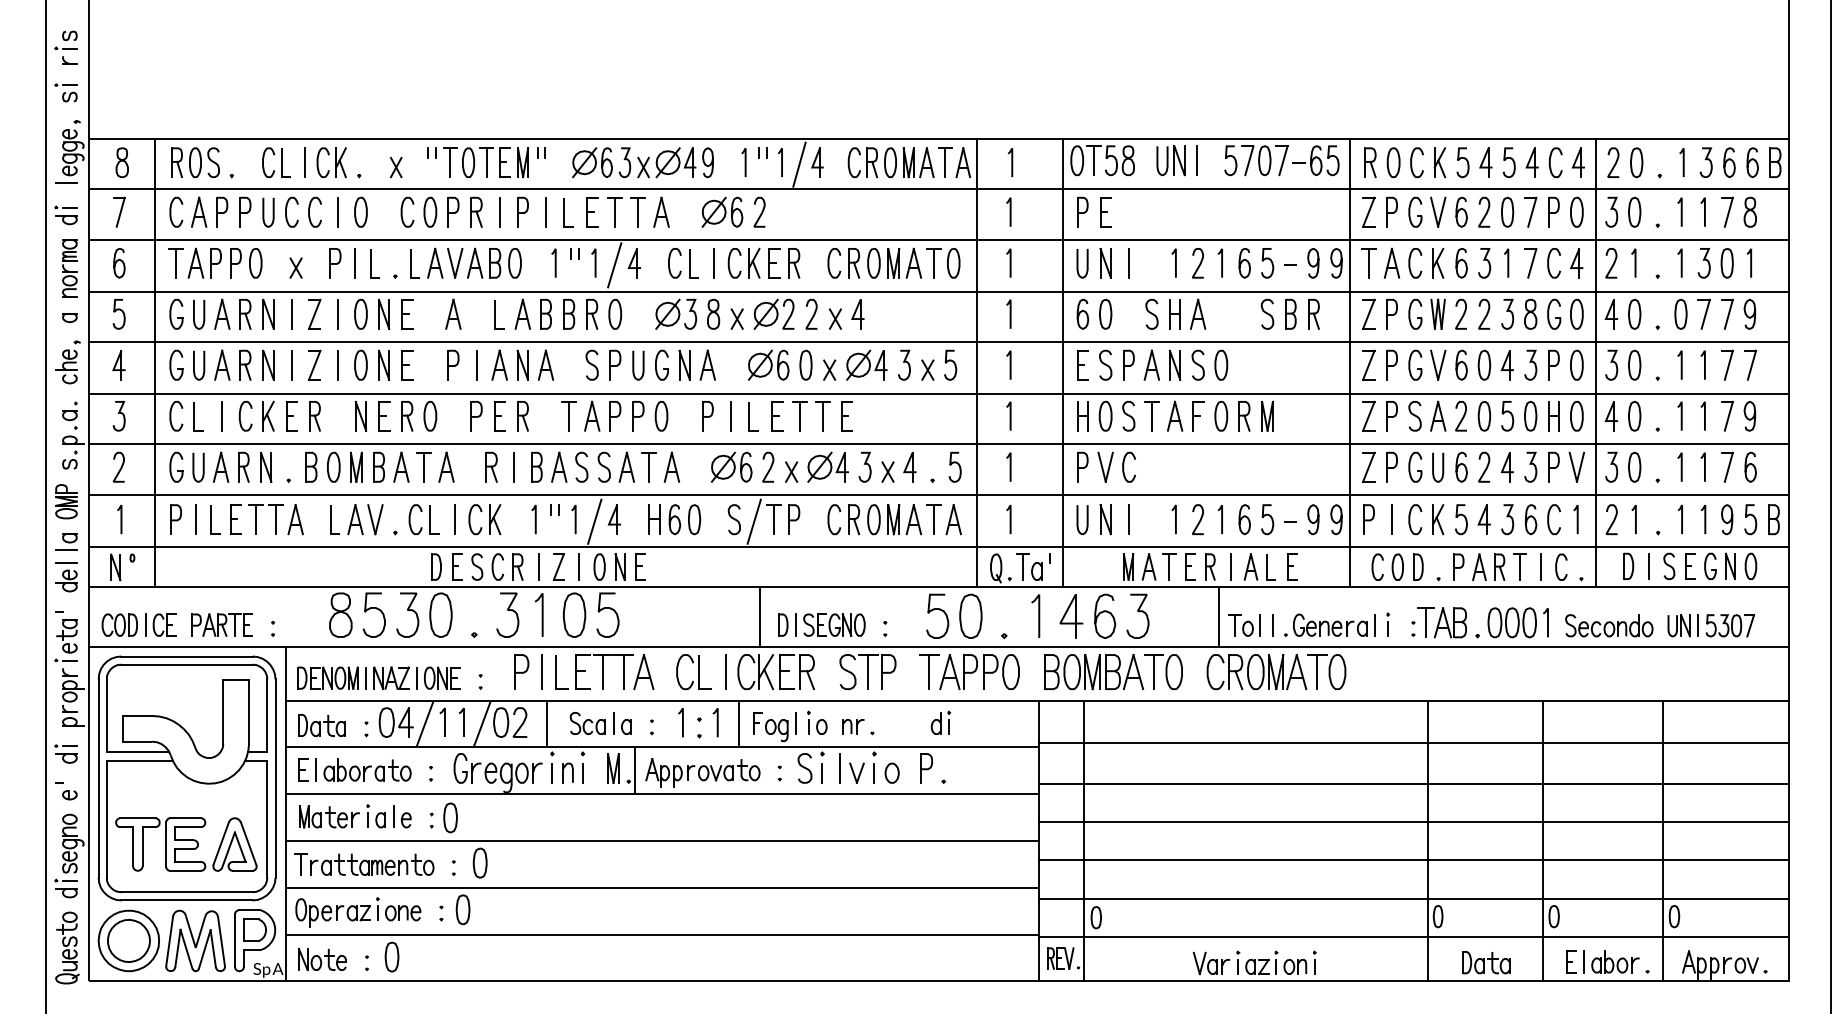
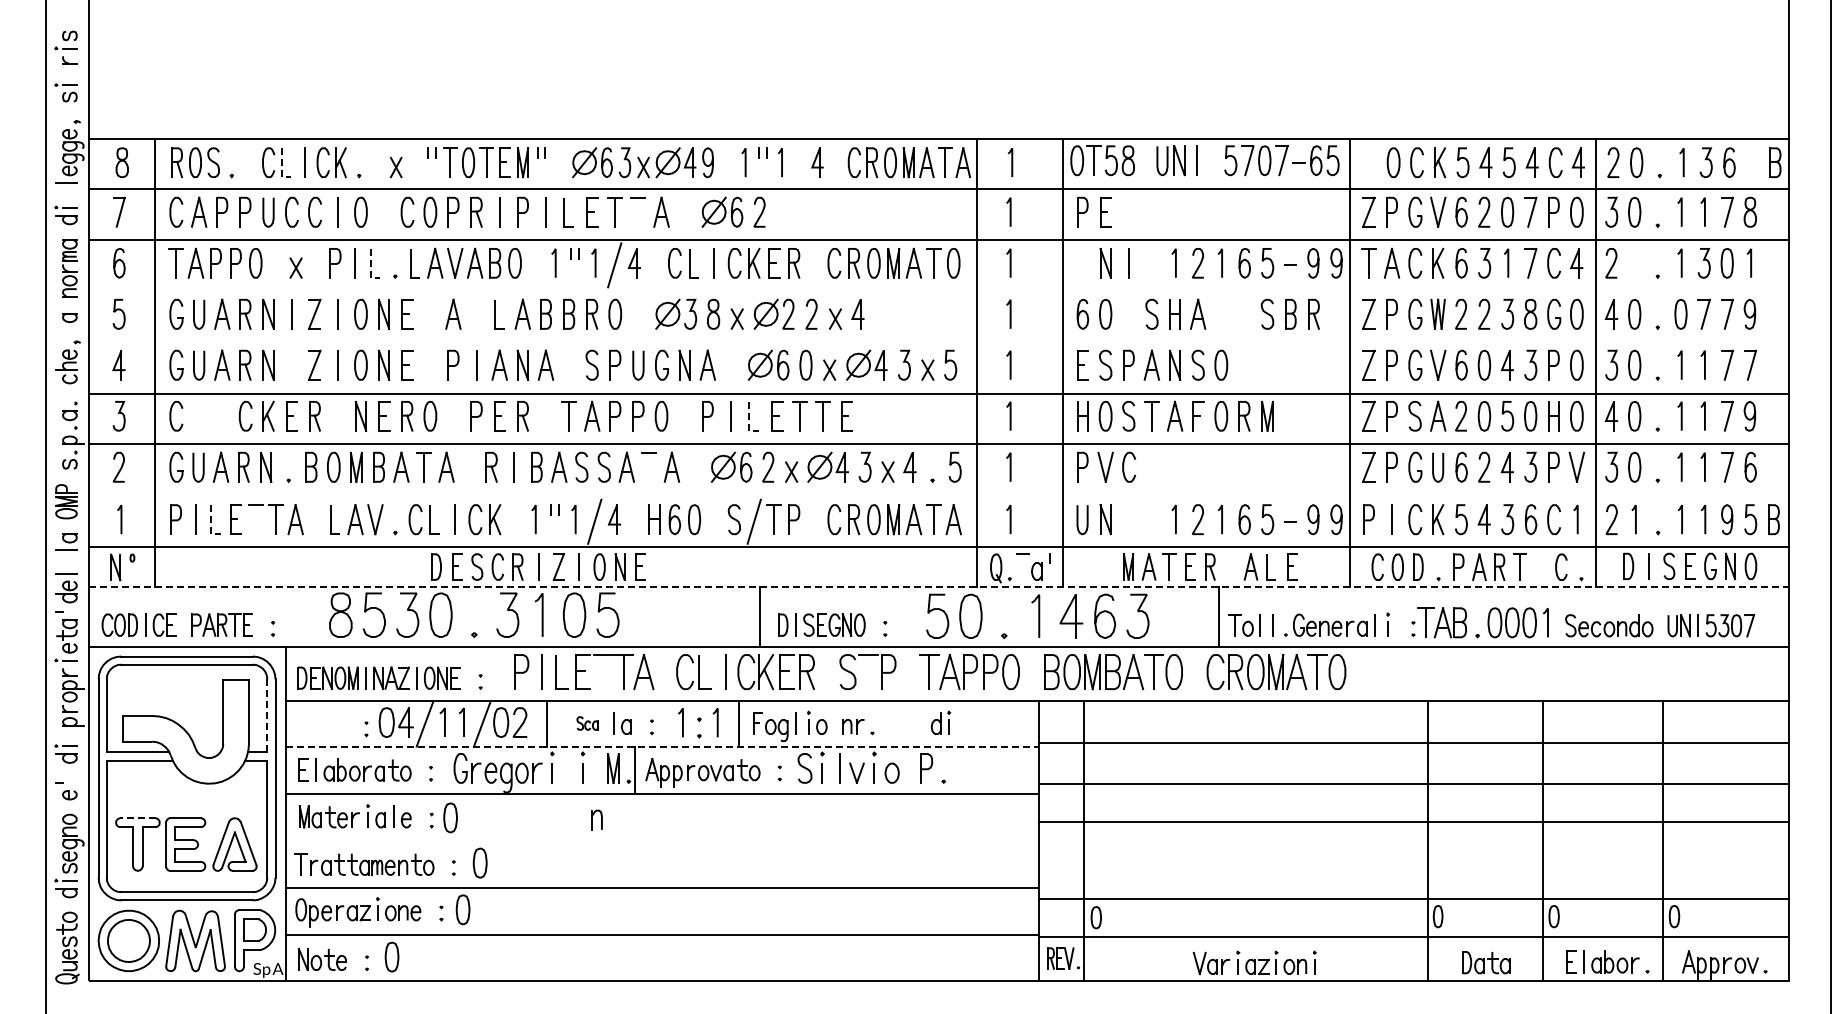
curve at (1752, 160): present -> none
part at (1370, 162): present -> none
line at (799, 164): present -> none
line at (281, 168): solid -> dashed
line at (638, 211): present -> none
line at (1634, 262): present -> none
curve at (1078, 263): present -> none
line at (370, 268): solid -> dashed
line at (938, 291): present -> none
line at (938, 342): present -> none
line at (291, 364): present -> none
line at (222, 415): present -> none
line at (194, 416): present -> none
line at (749, 421): solid -> dashed
line at (649, 466): present -> none
line at (938, 495): present -> none
line at (255, 519): present -> none
line at (1128, 519): present -> none
line at (211, 525): solid -> dashed
line at (1230, 566): present -> none
line at (1023, 567): present -> none
line at (1540, 567): present -> none
part at (66, 577) position: (66, 577) -> (66, 588)
line at (939, 587): solid -> dashed
line at (603, 672): present -> none
line at (868, 672): present -> none
line at (267, 716): solid -> dashed
part at (587, 723) size: 37x23 px -> 23x15 px
part at (321, 725): present -> none
line at (662, 747): solid -> dashed
part at (567, 772) position: (567, 772) -> (596, 819)
line at (137, 818): solid -> dashed
line at (661, 841): present -> none
line at (1413, 860): present -> none
